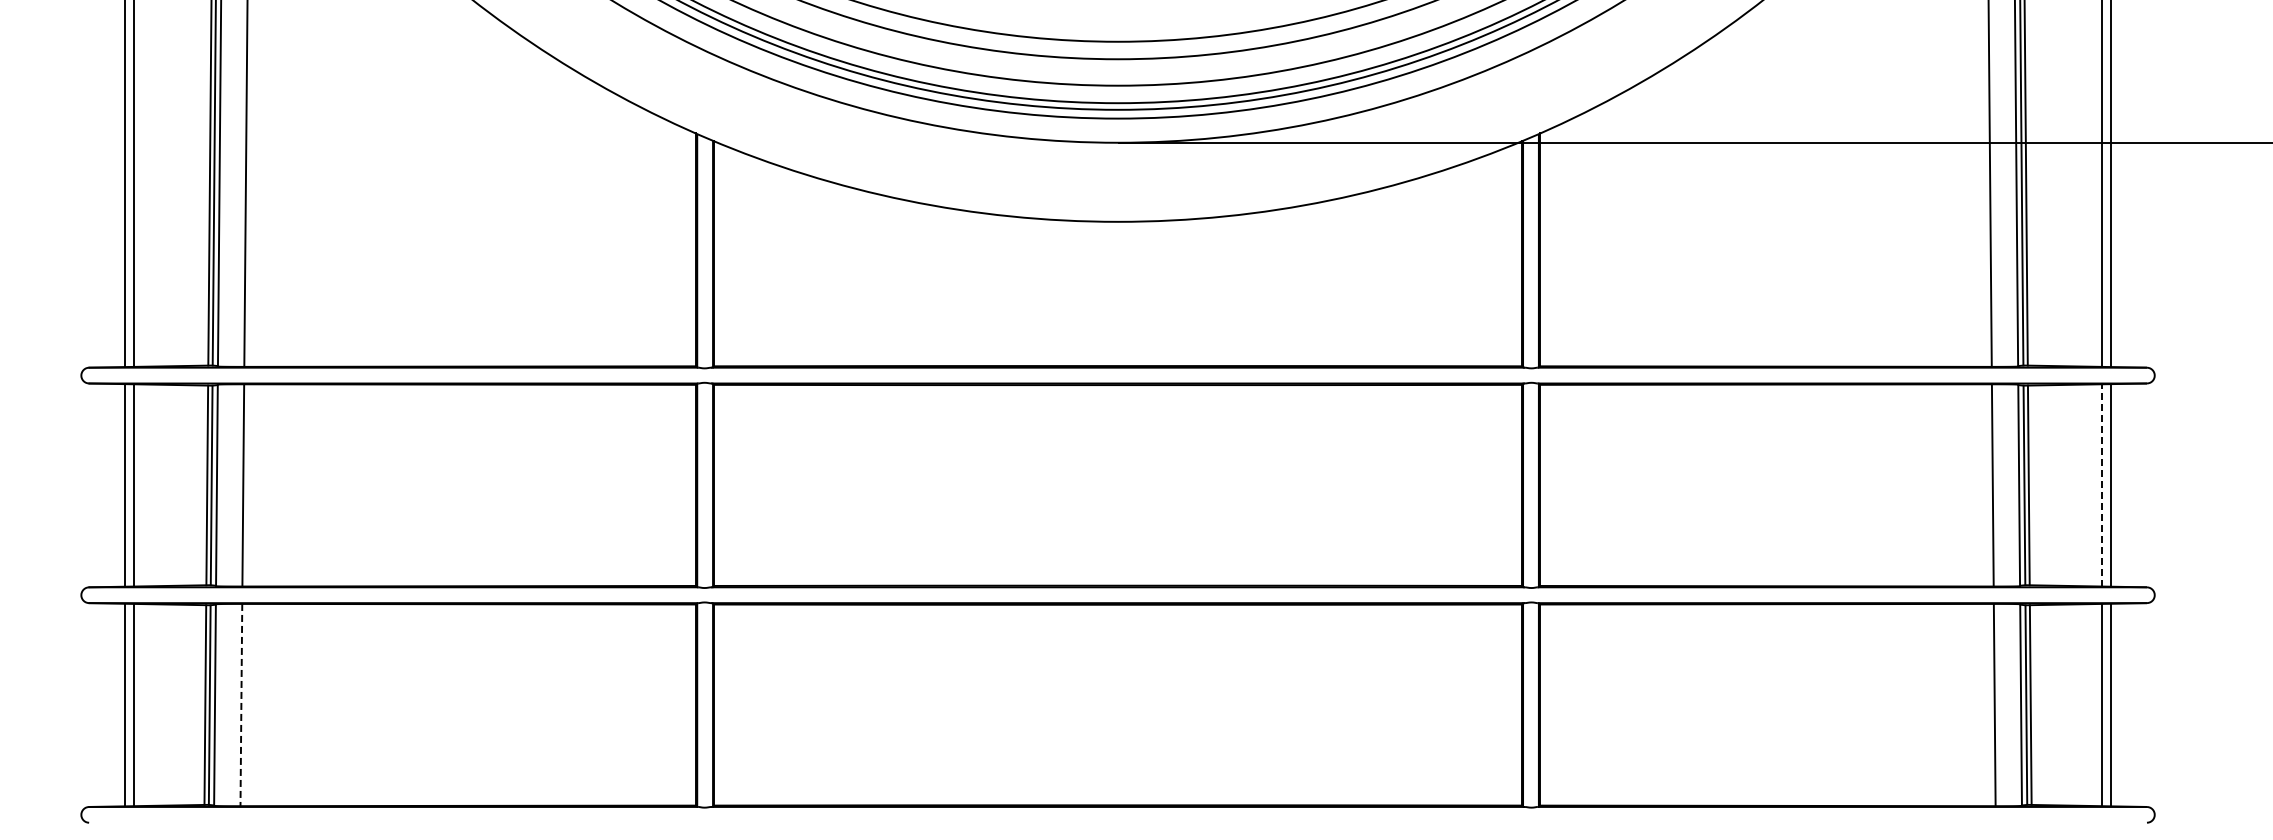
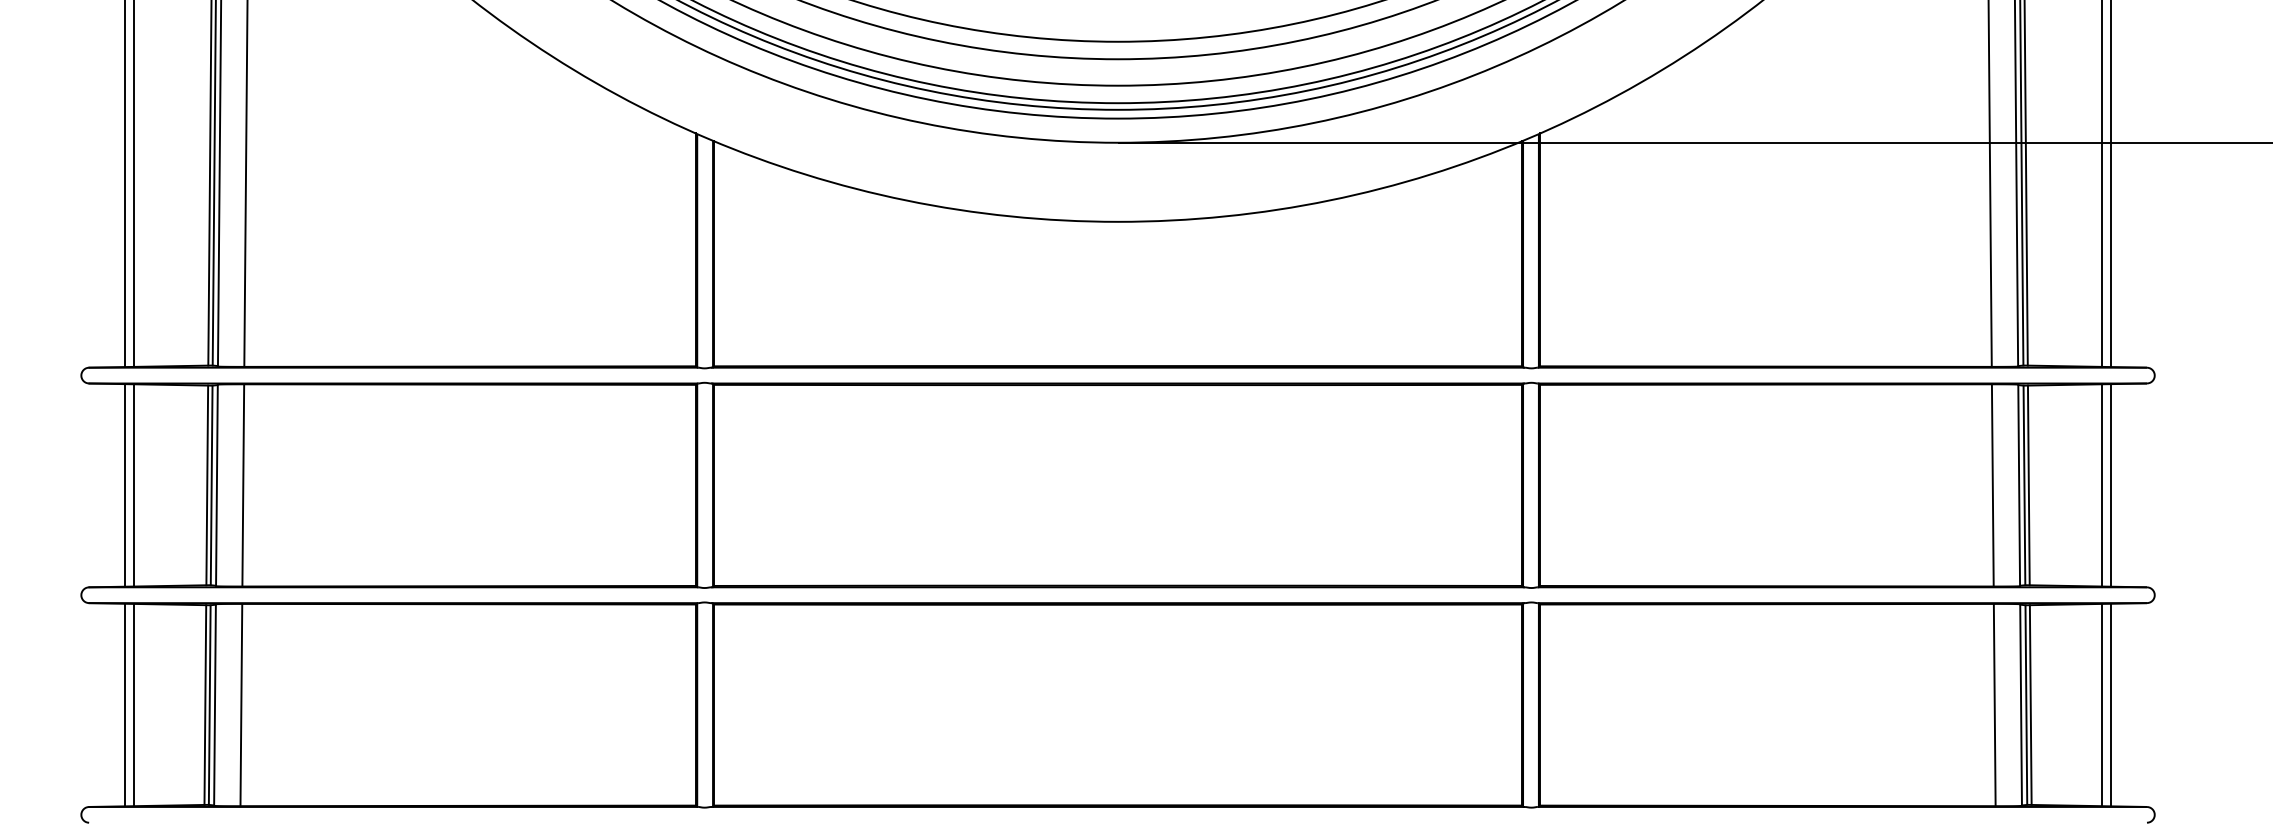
line at (2102, 484): dashed -> solid
line at (241, 705): dashed -> solid
